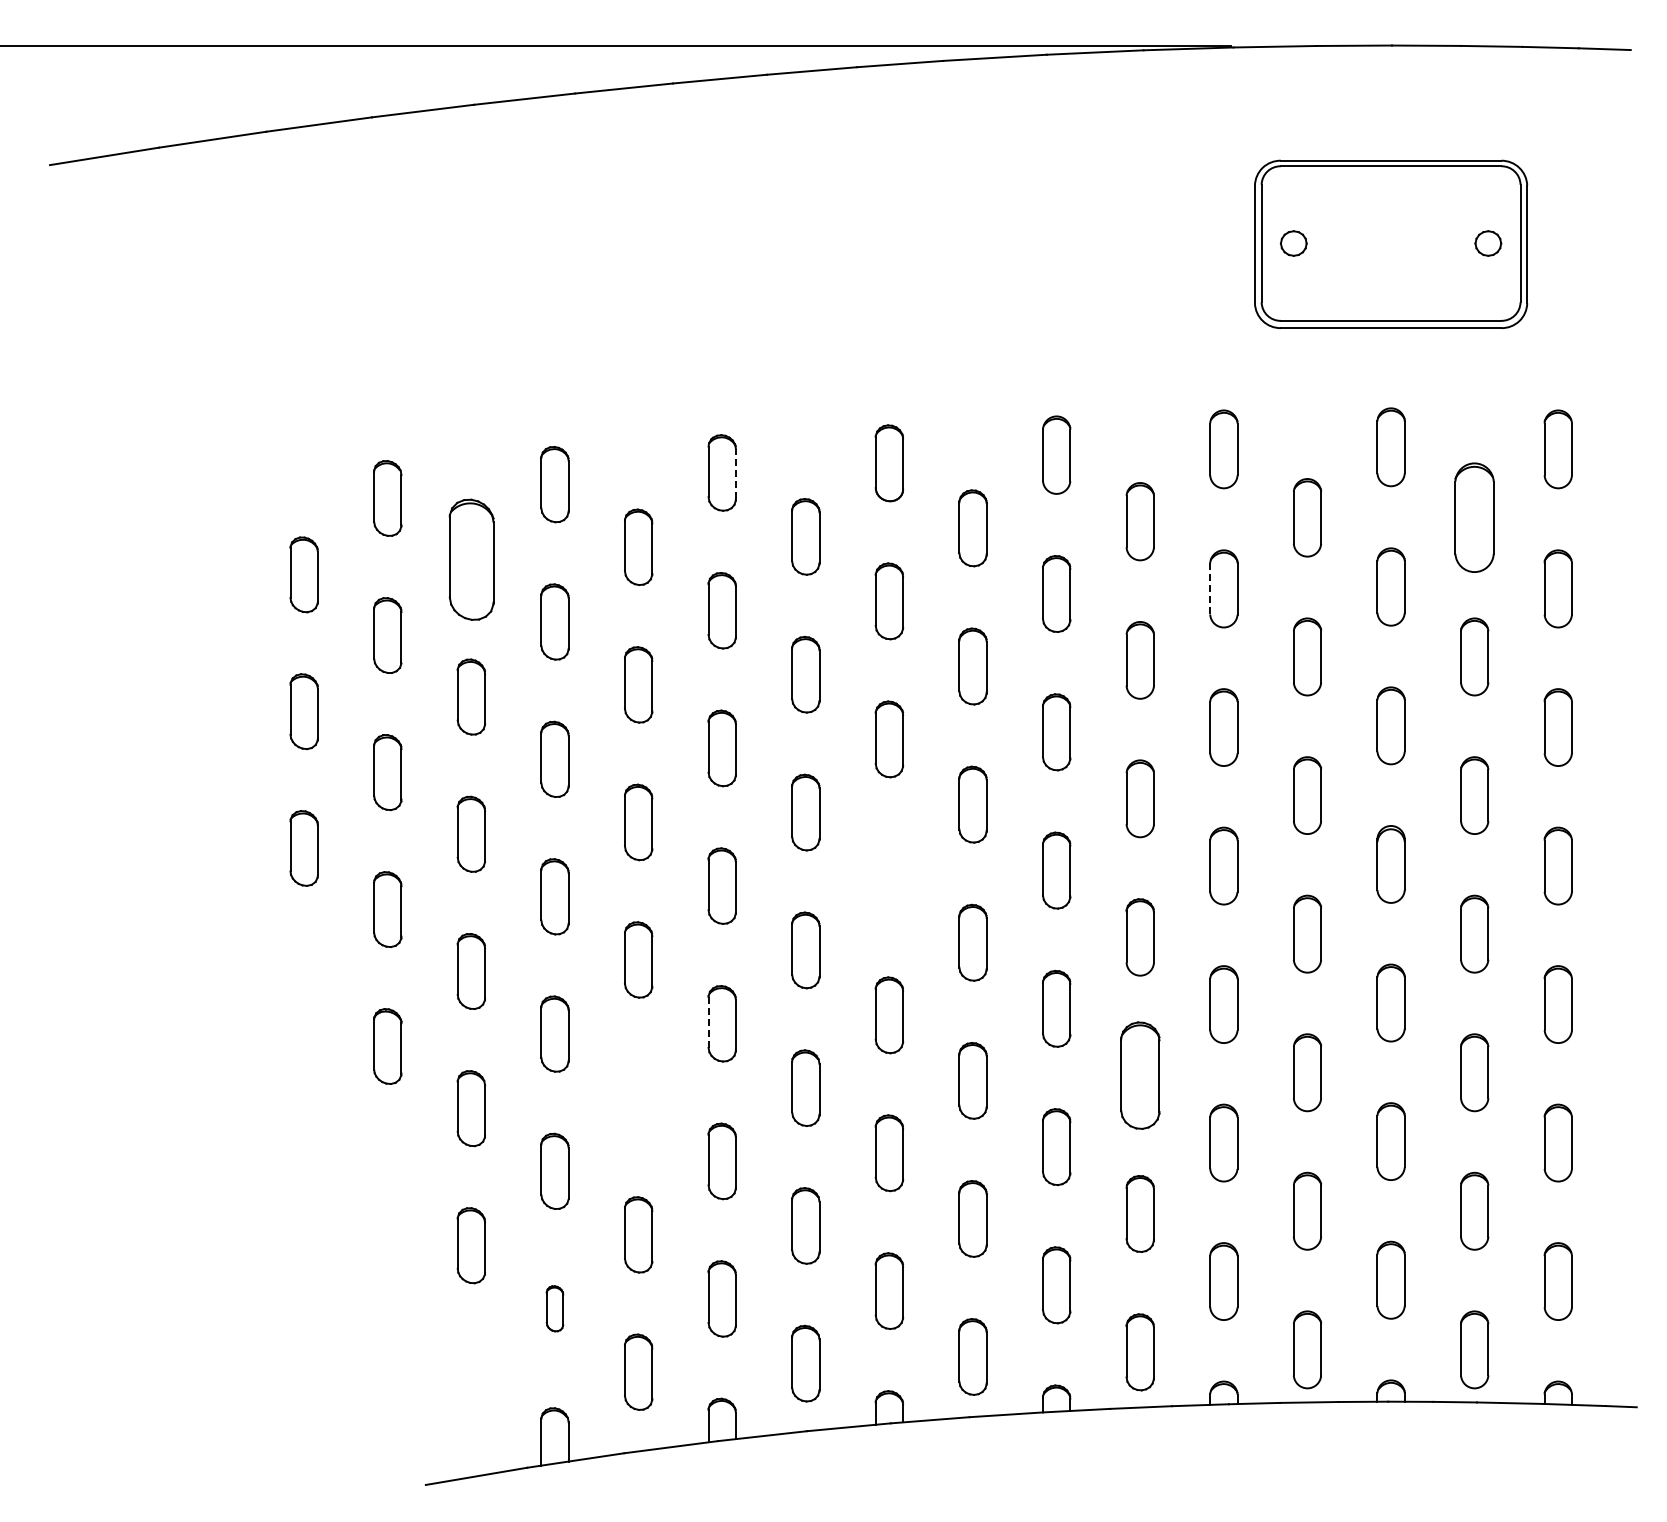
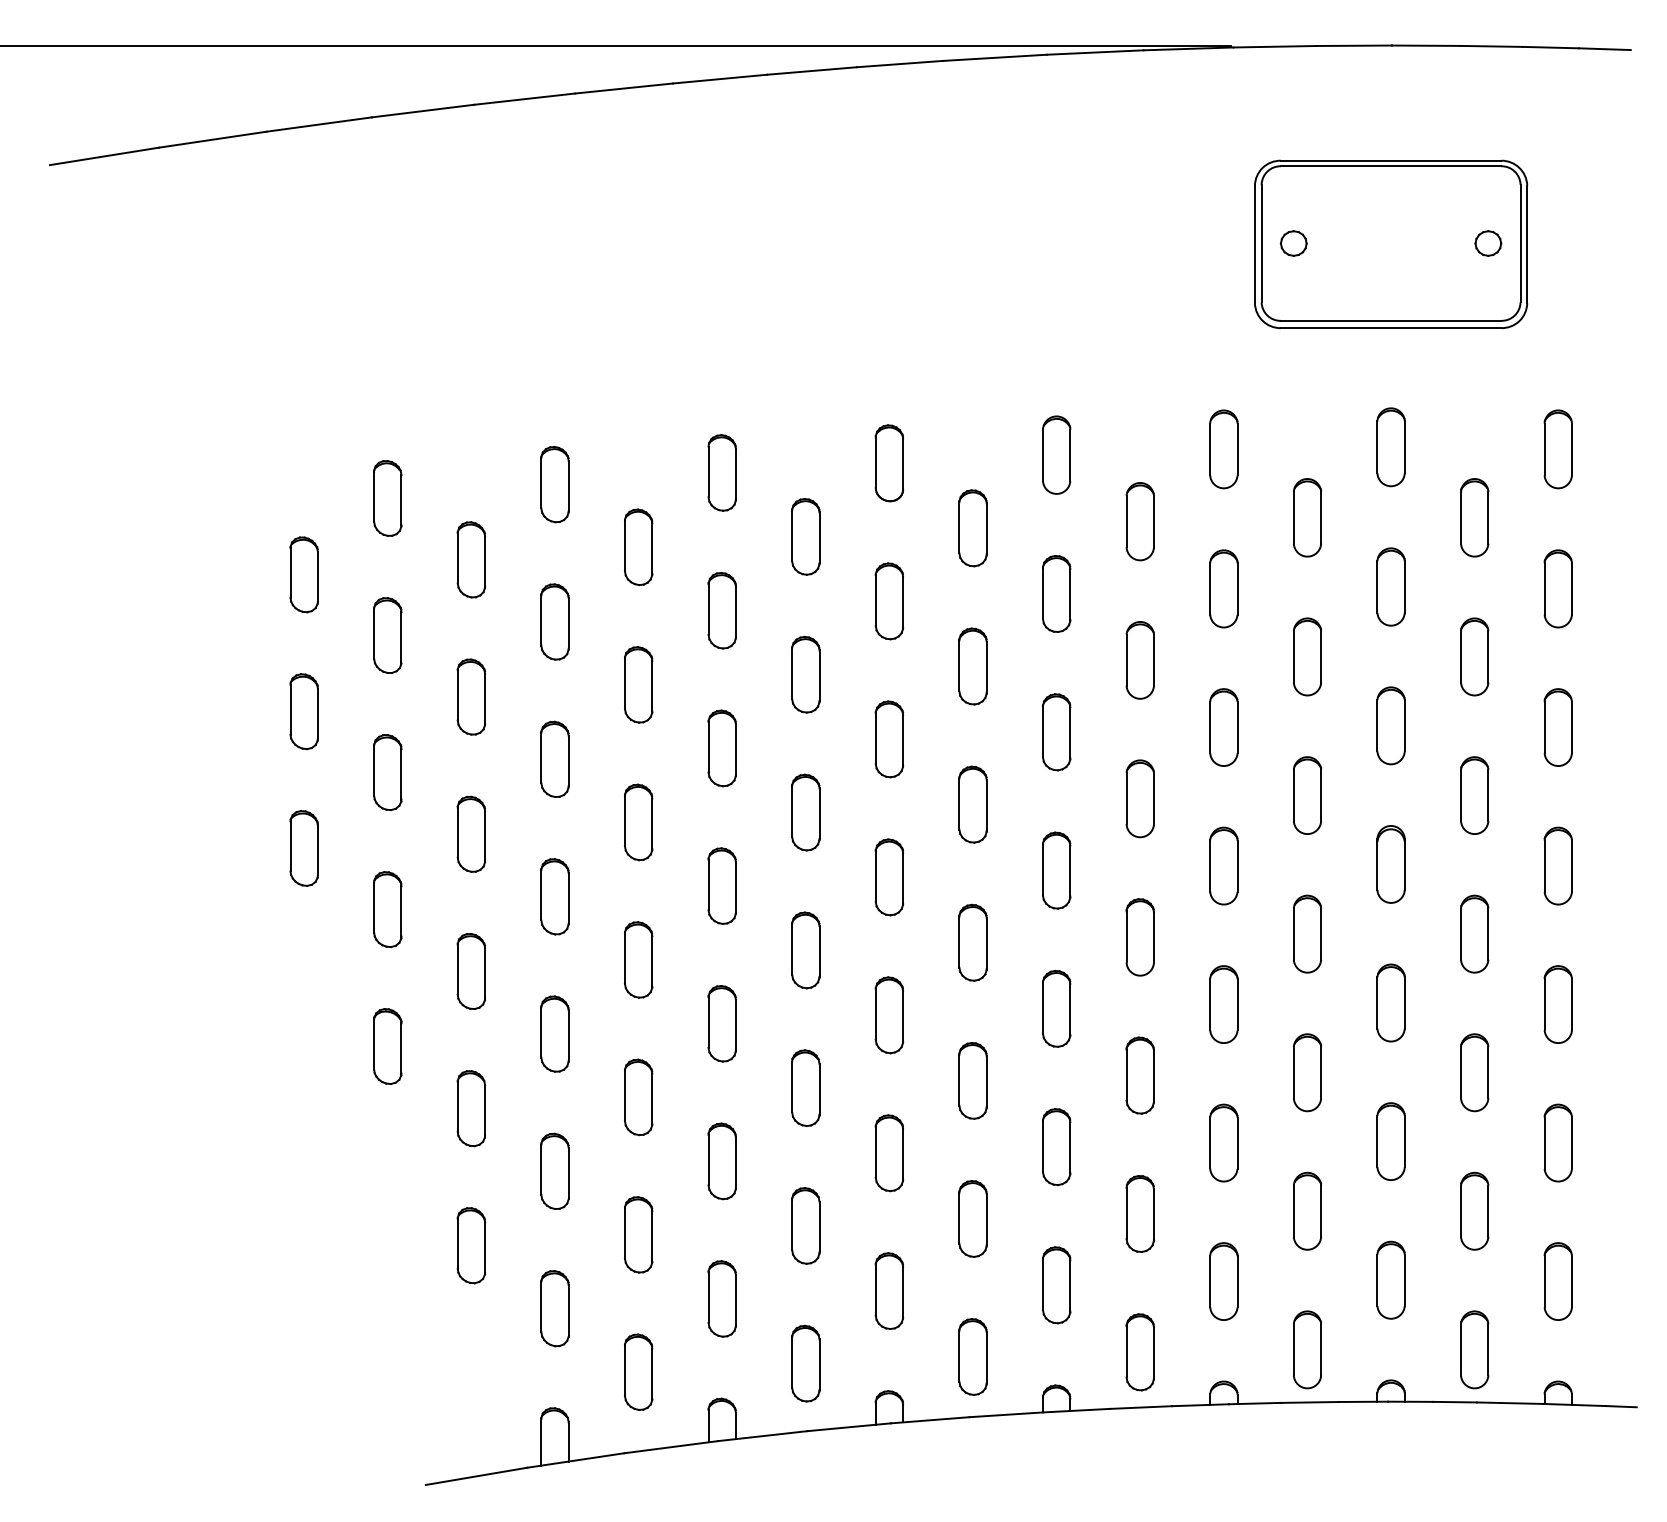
line at (735, 473): dashed -> solid
part at (1474, 517) size: 41x111 px -> 30x80 px
part at (471, 559) size: 47x123 px -> 30x78 px
line at (1210, 588): dashed -> solid
part at (889, 877): none -> present
line at (708, 1023): dashed -> solid
part at (1140, 1075) size: 41x109 px -> 30x79 px
part at (638, 1097): none -> present
part at (554, 1308) size: 20x48 px -> 30x78 px
